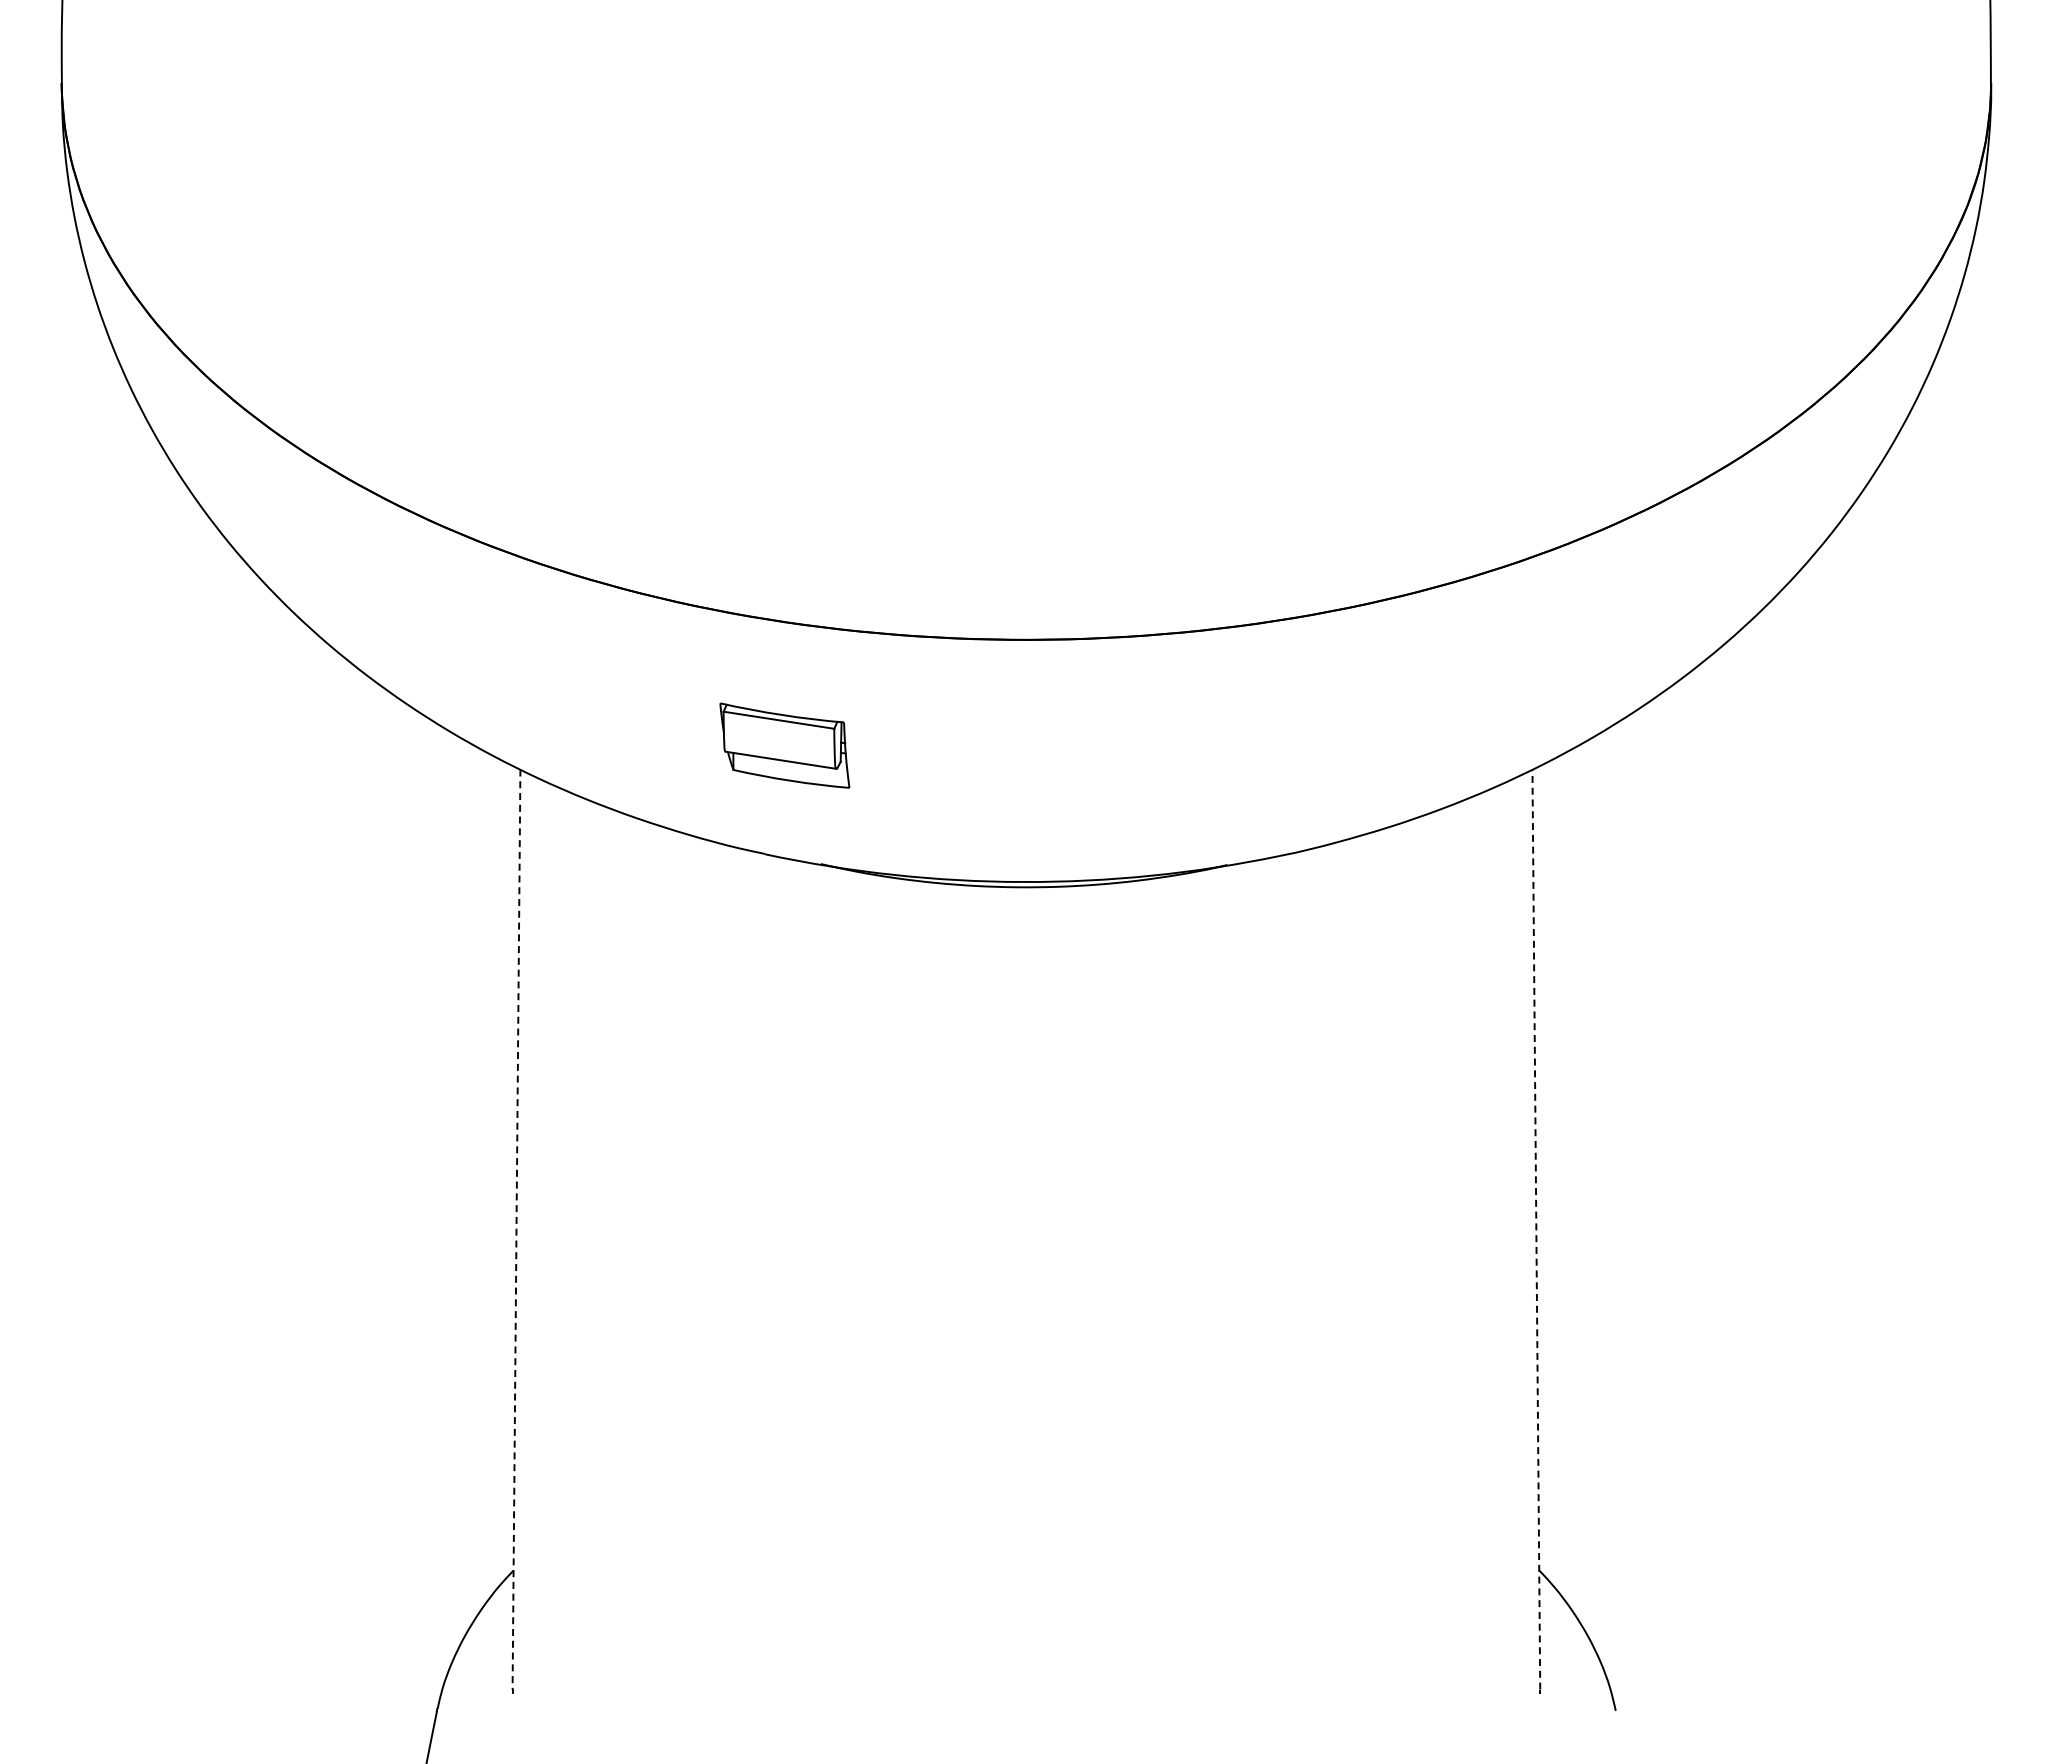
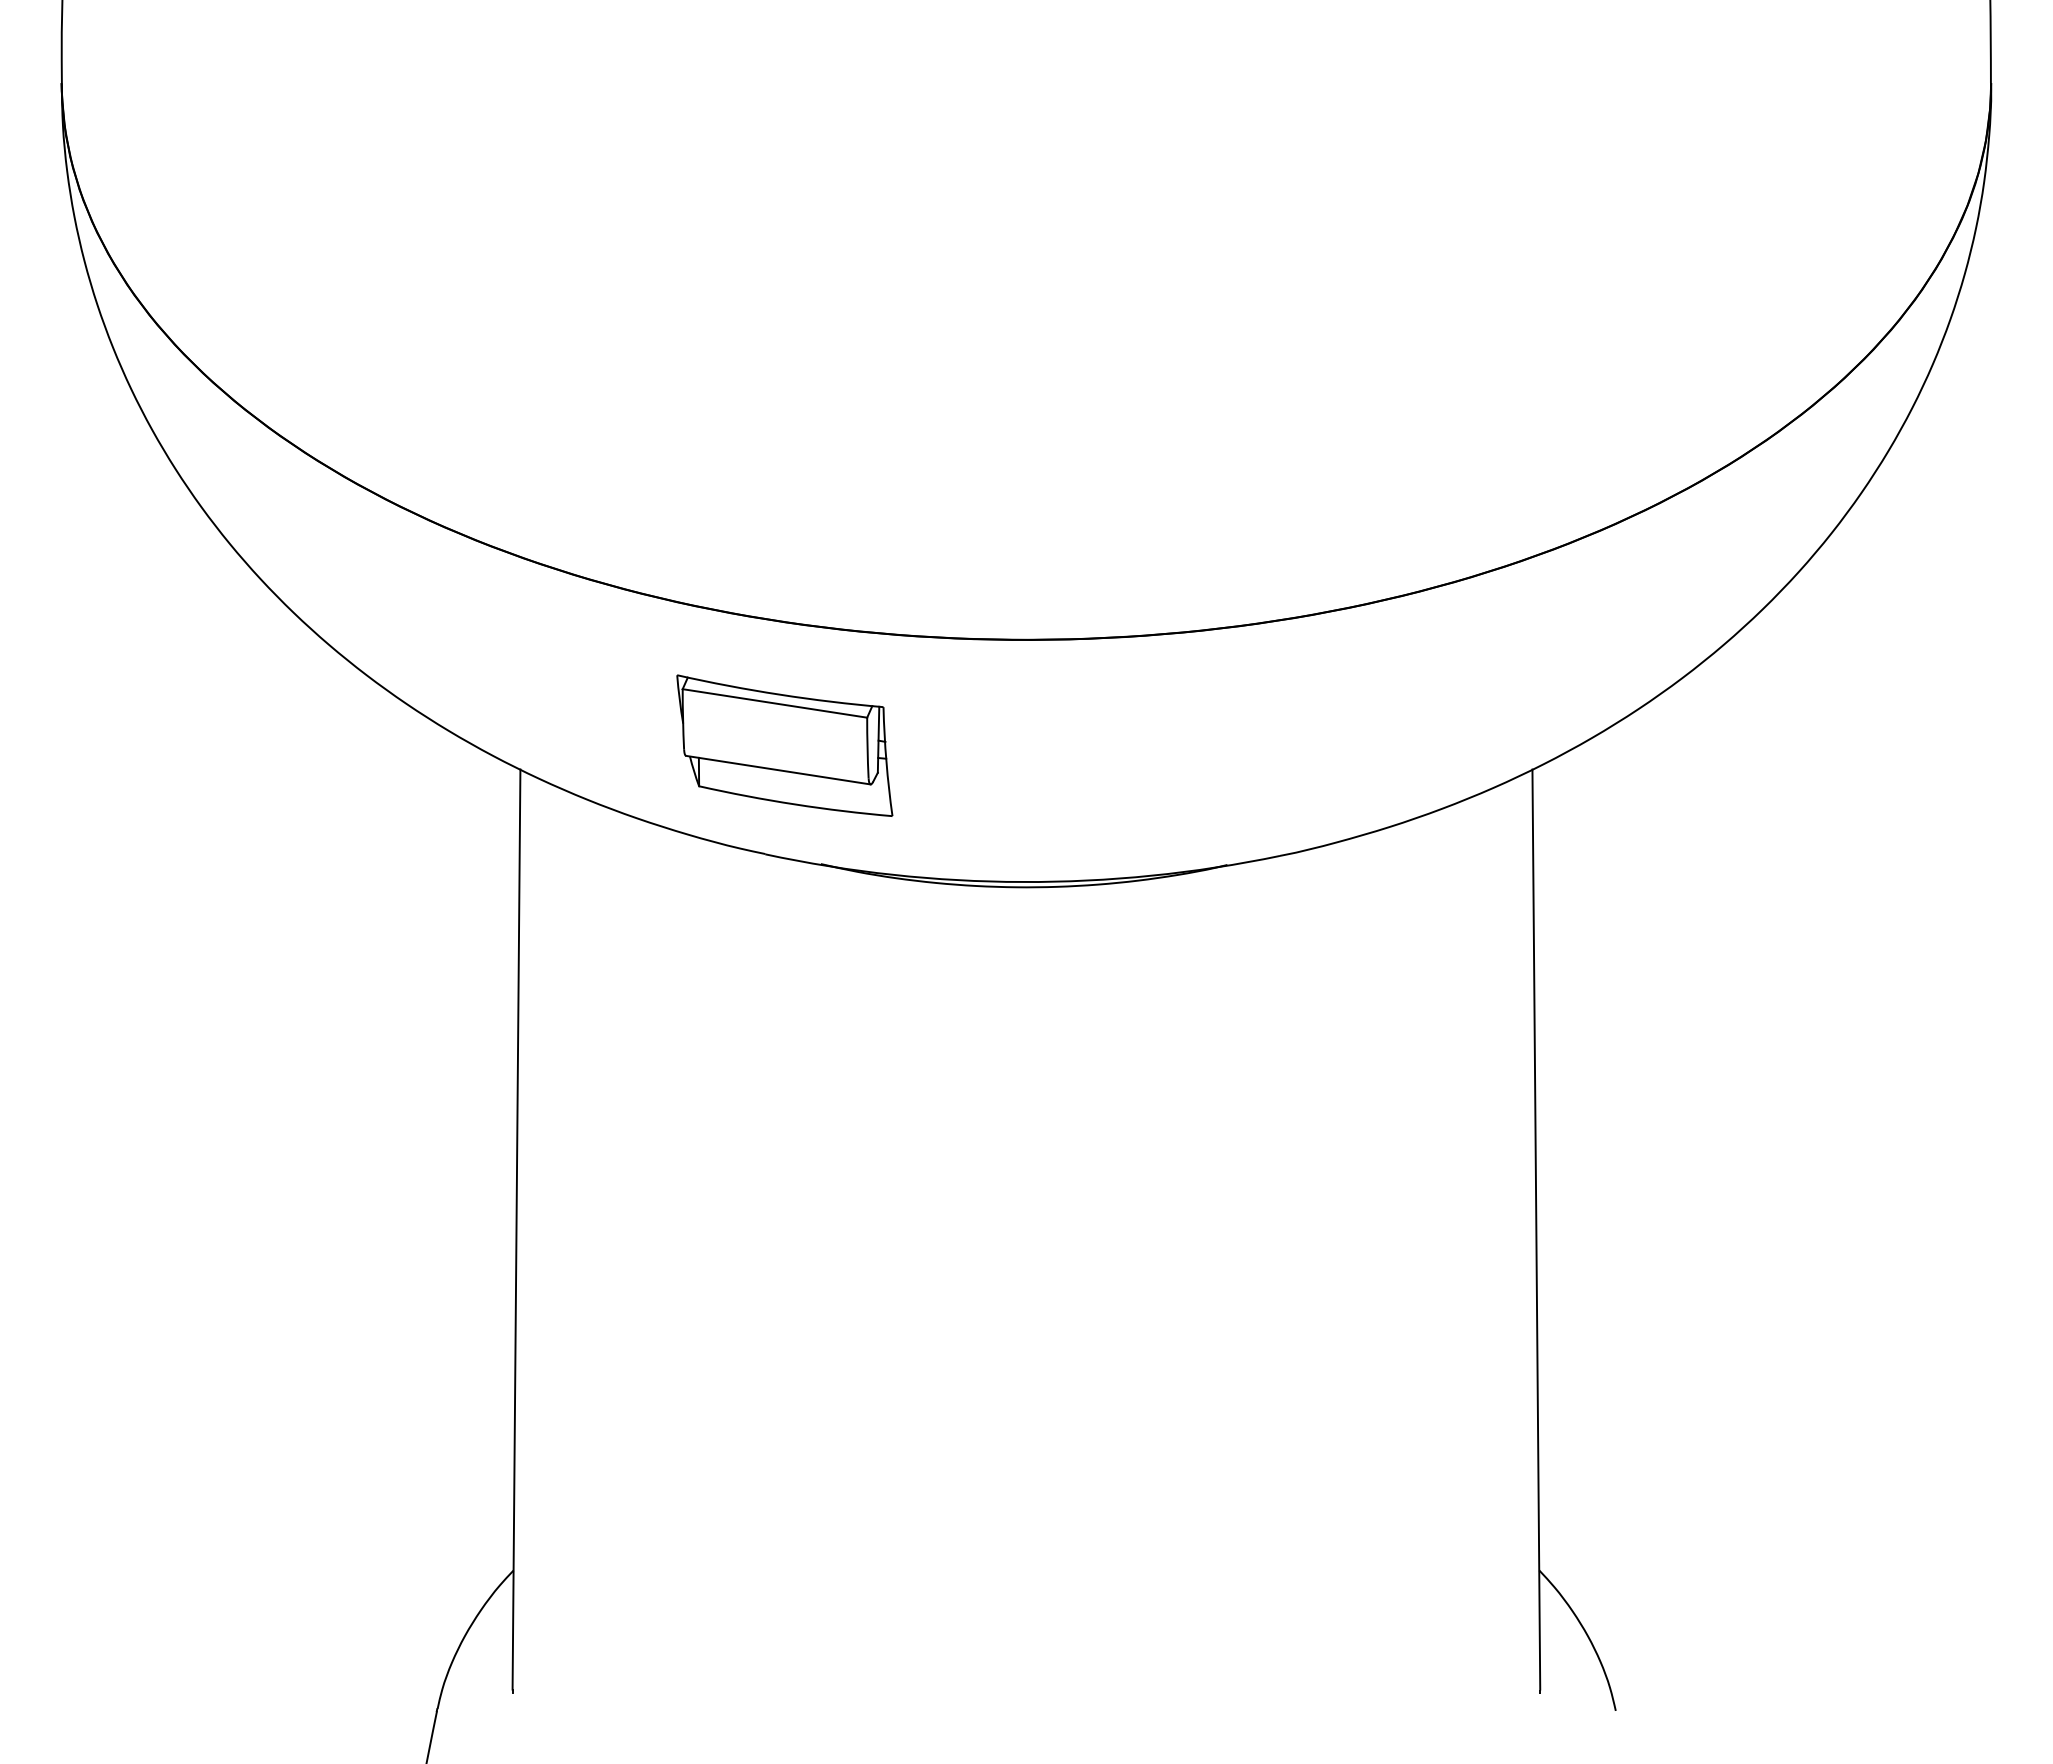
part at (784, 745) size: 132x87 px -> 218x143 px
line at (1536, 1229): dashed -> solid
line at (516, 1230): dashed -> solid
